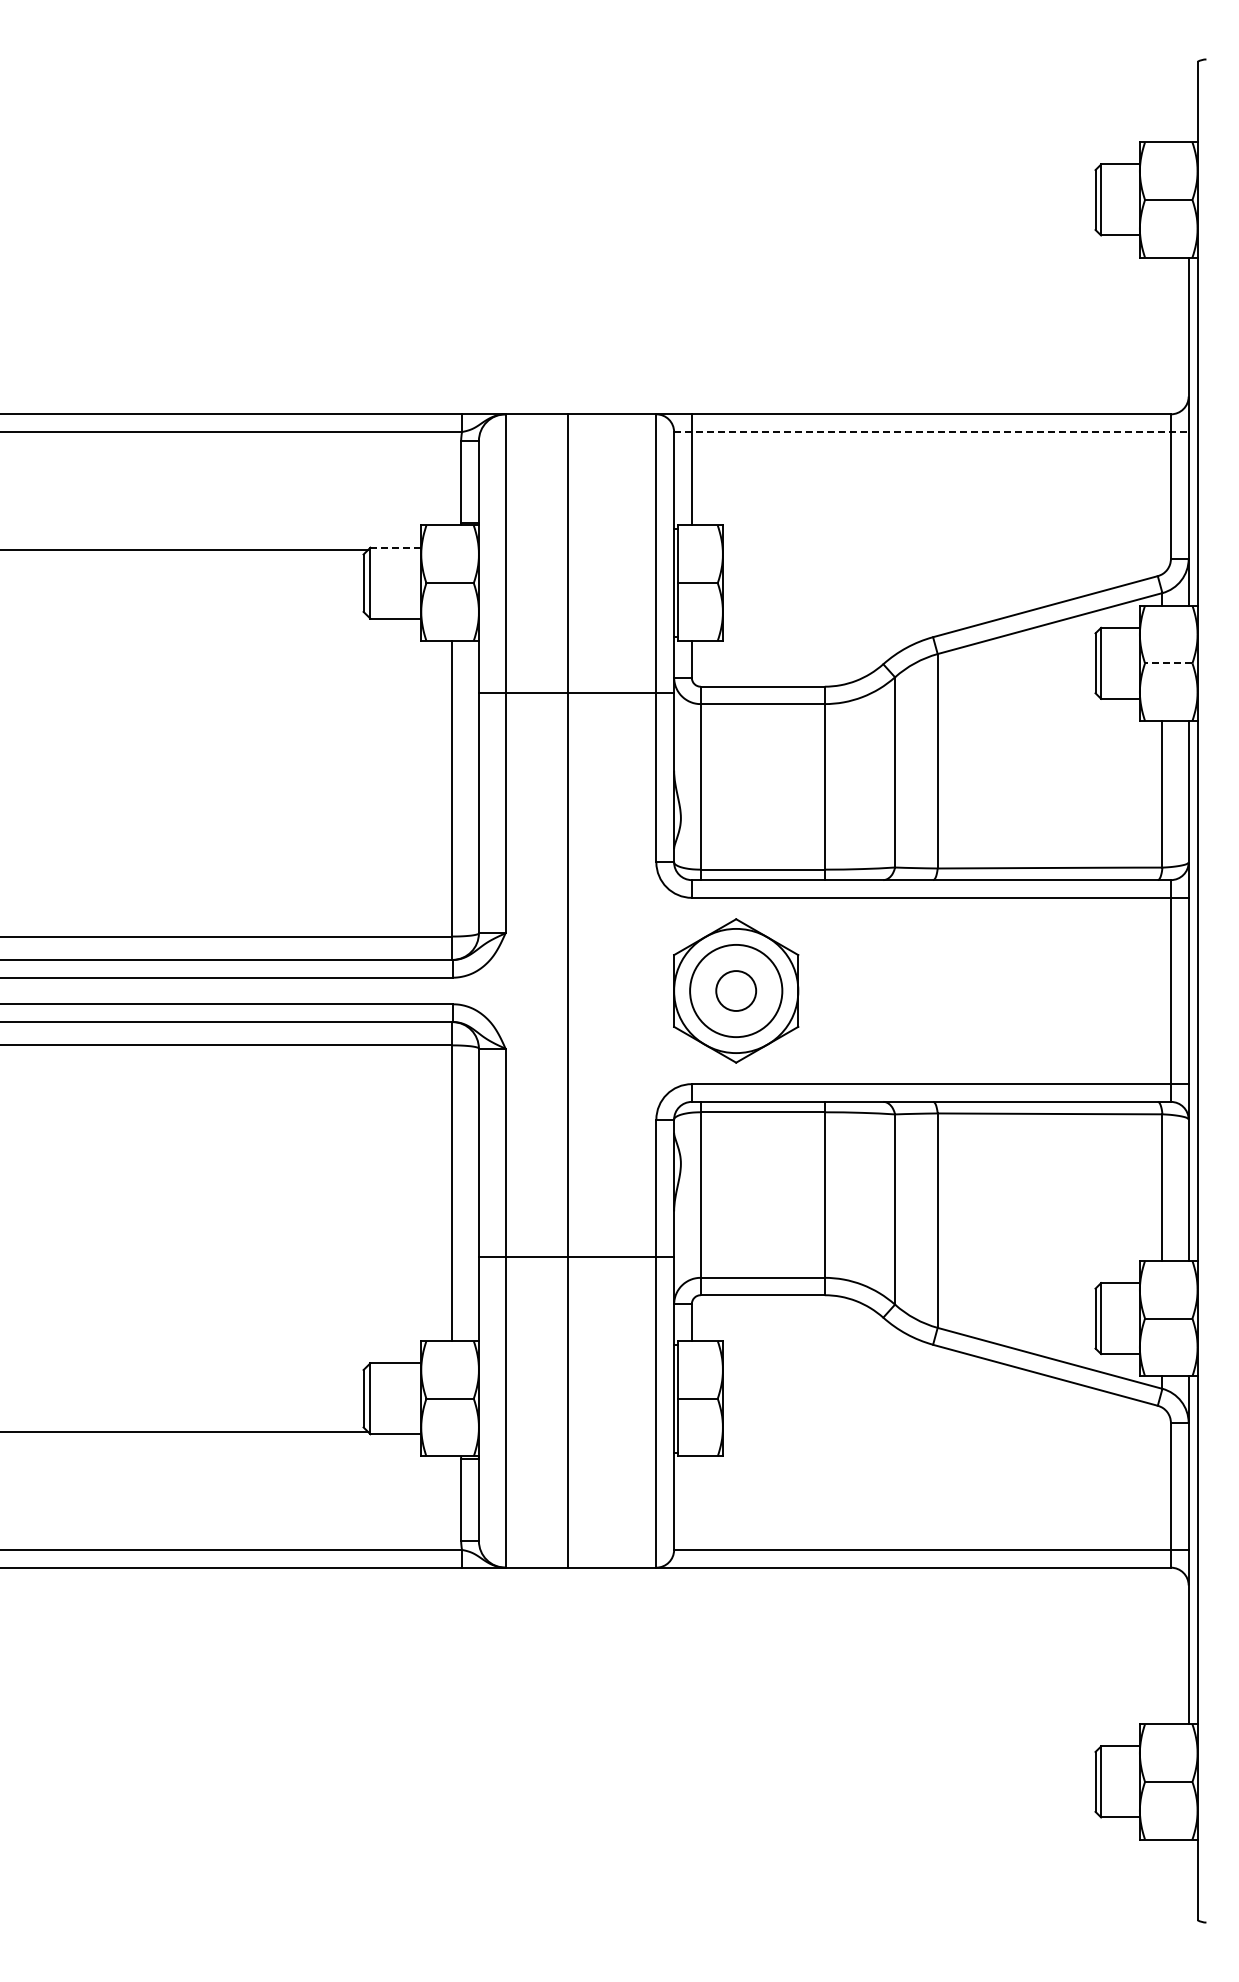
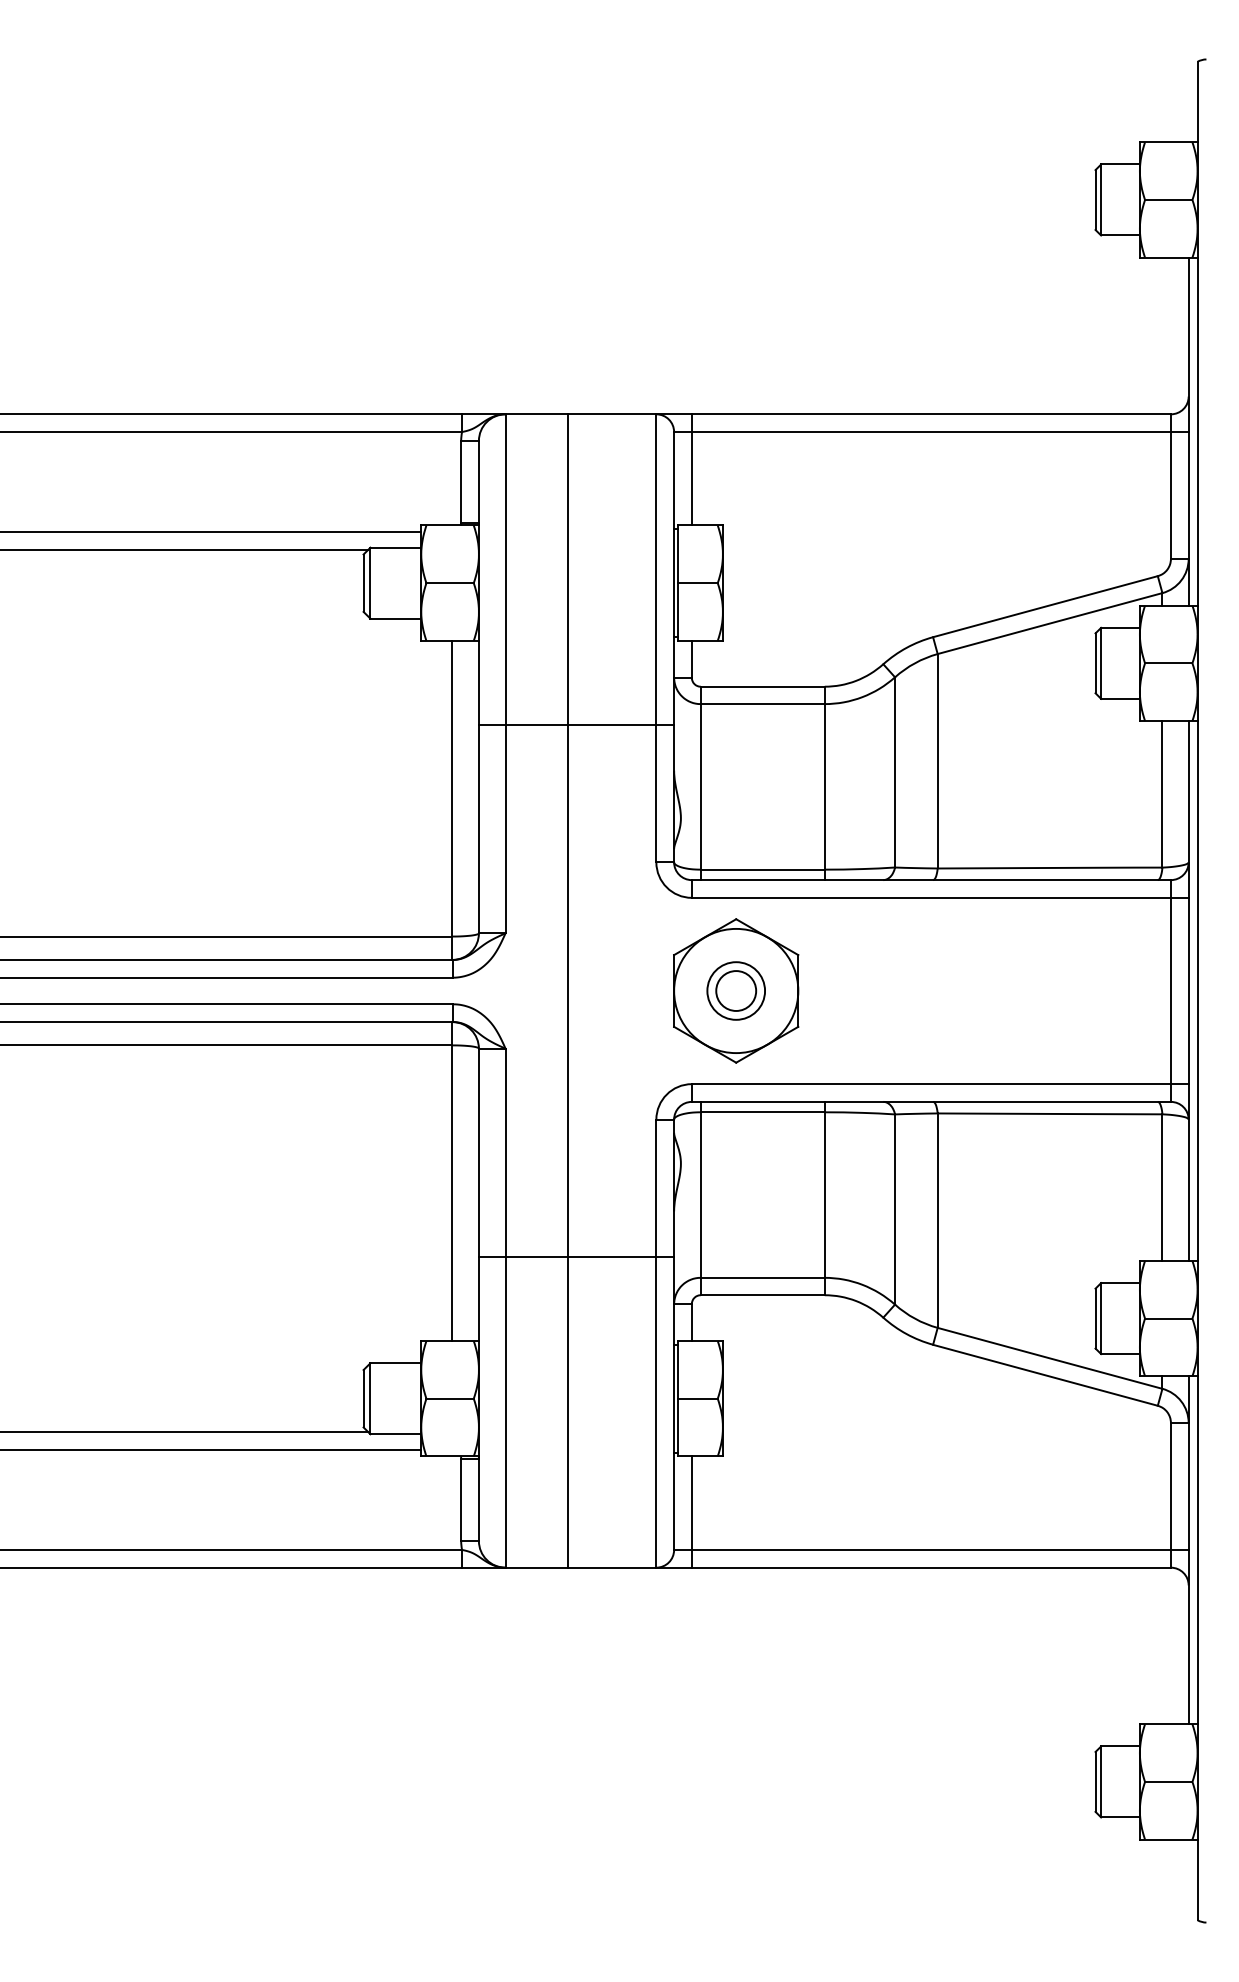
line at (931, 432): dashed -> solid
line at (211, 532): none -> present
line at (395, 547): dashed -> solid
line at (1168, 663): dashed -> solid
line at (576, 692) position: (576, 692) -> (576, 724)
circle at (736, 990) diameter: 92 px -> 58 px
line at (211, 1449): none -> present
line at (691, 1511): none -> present
